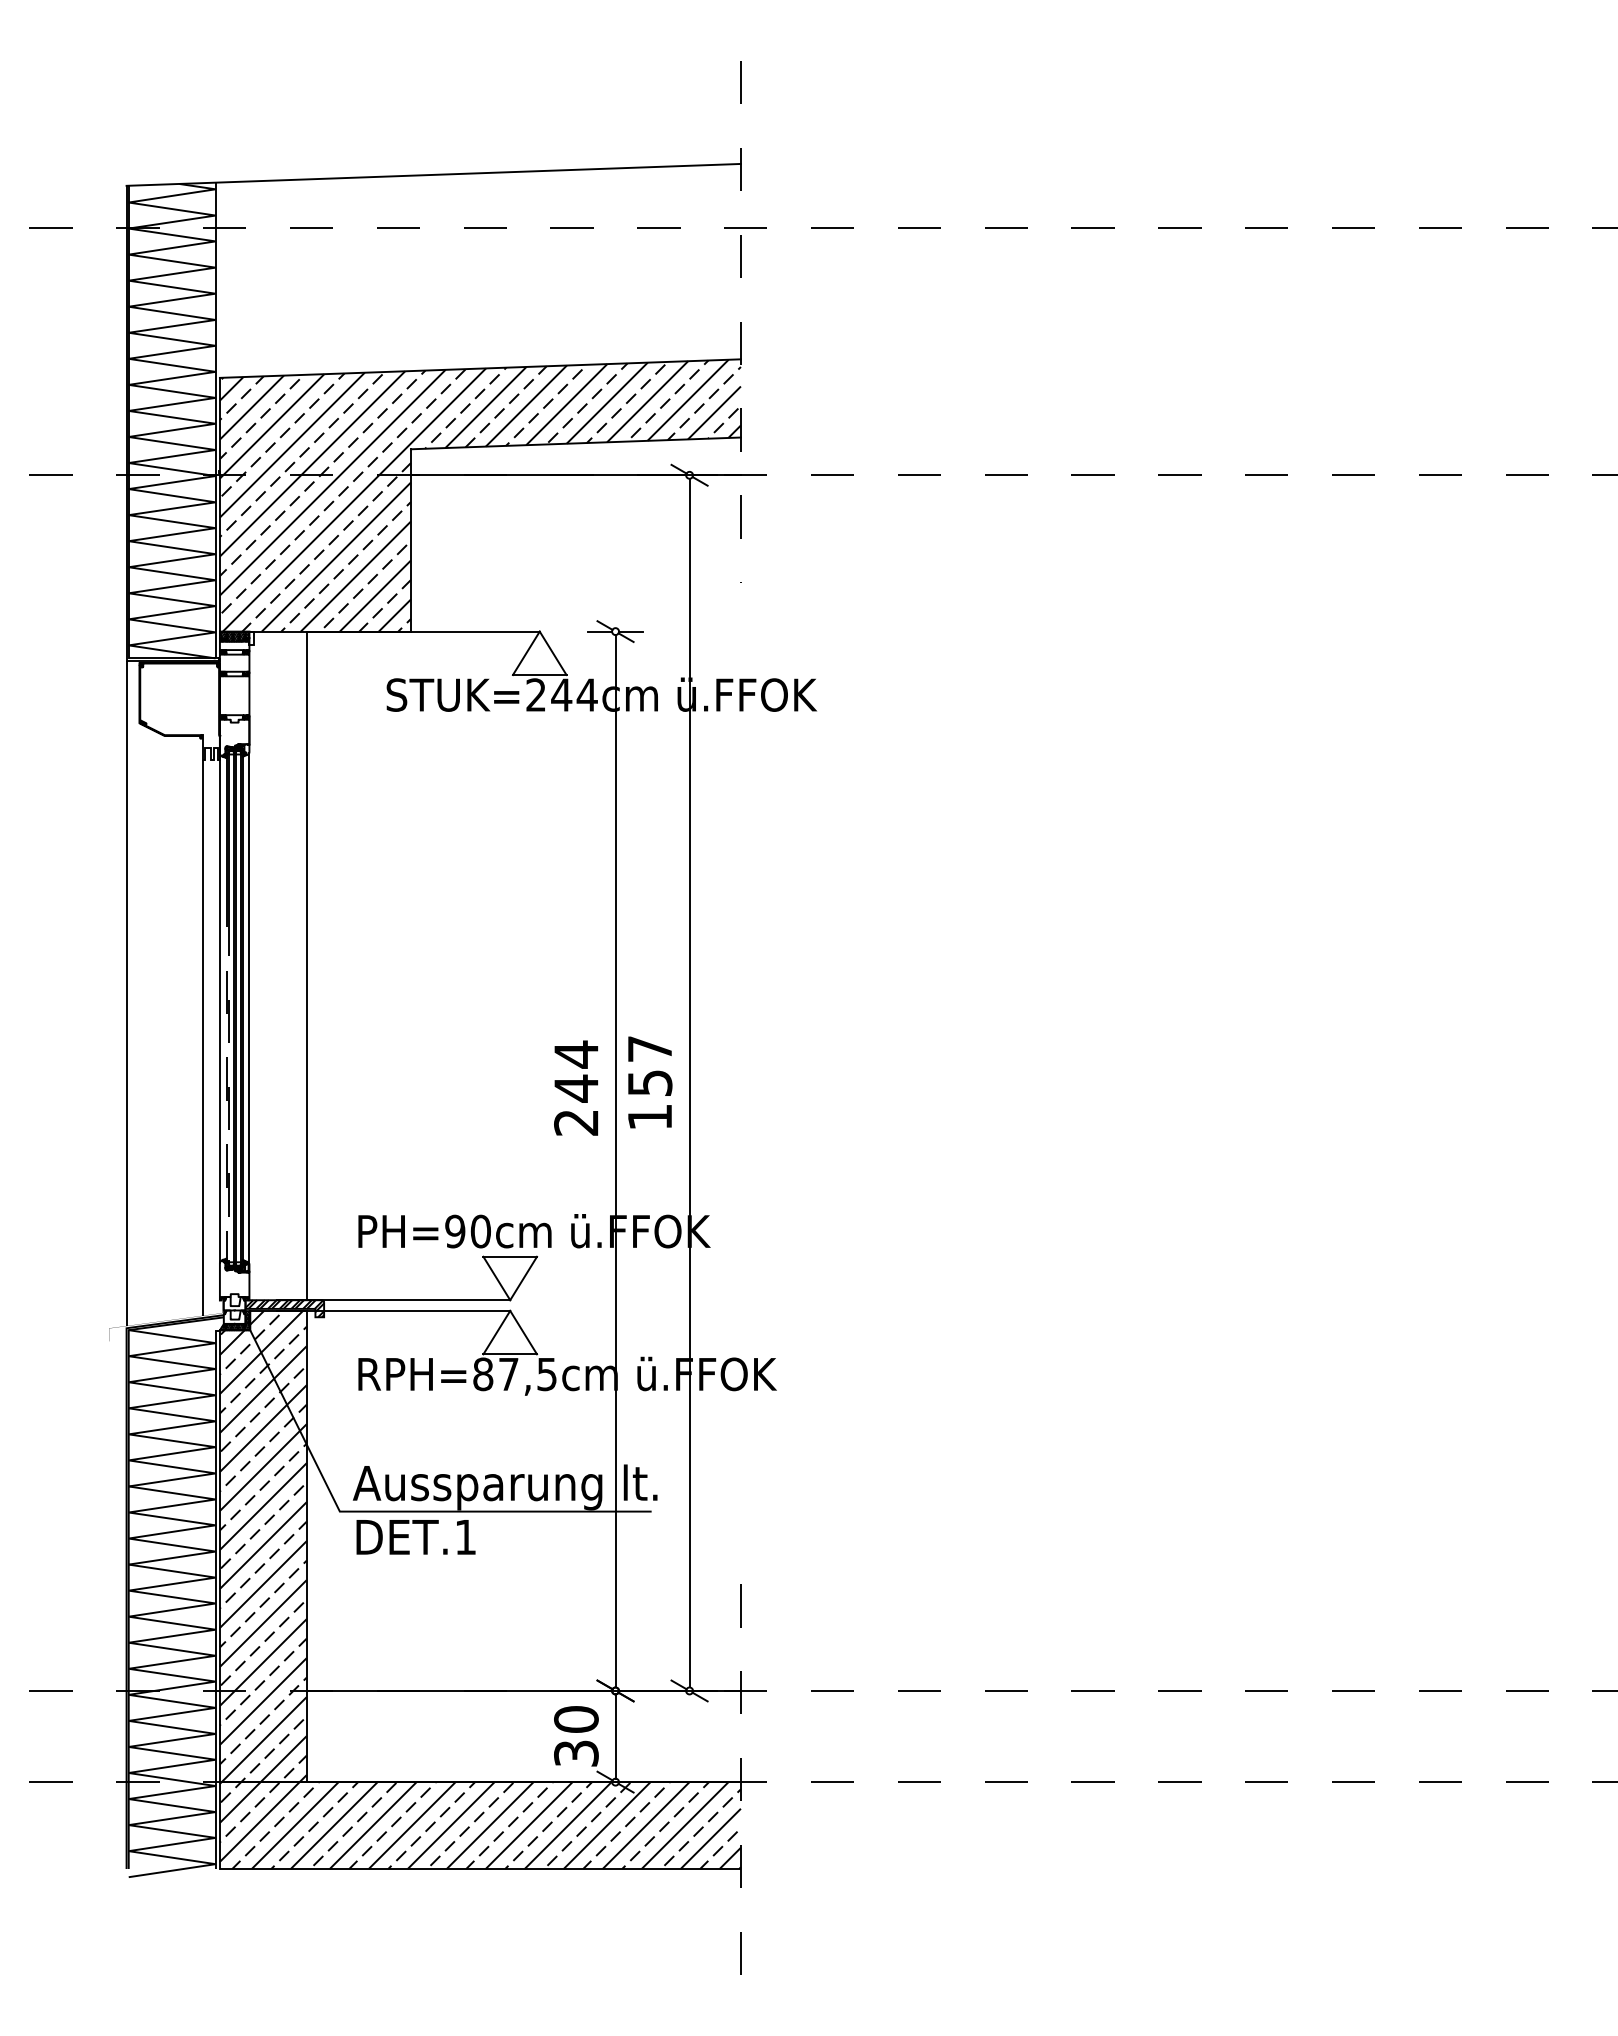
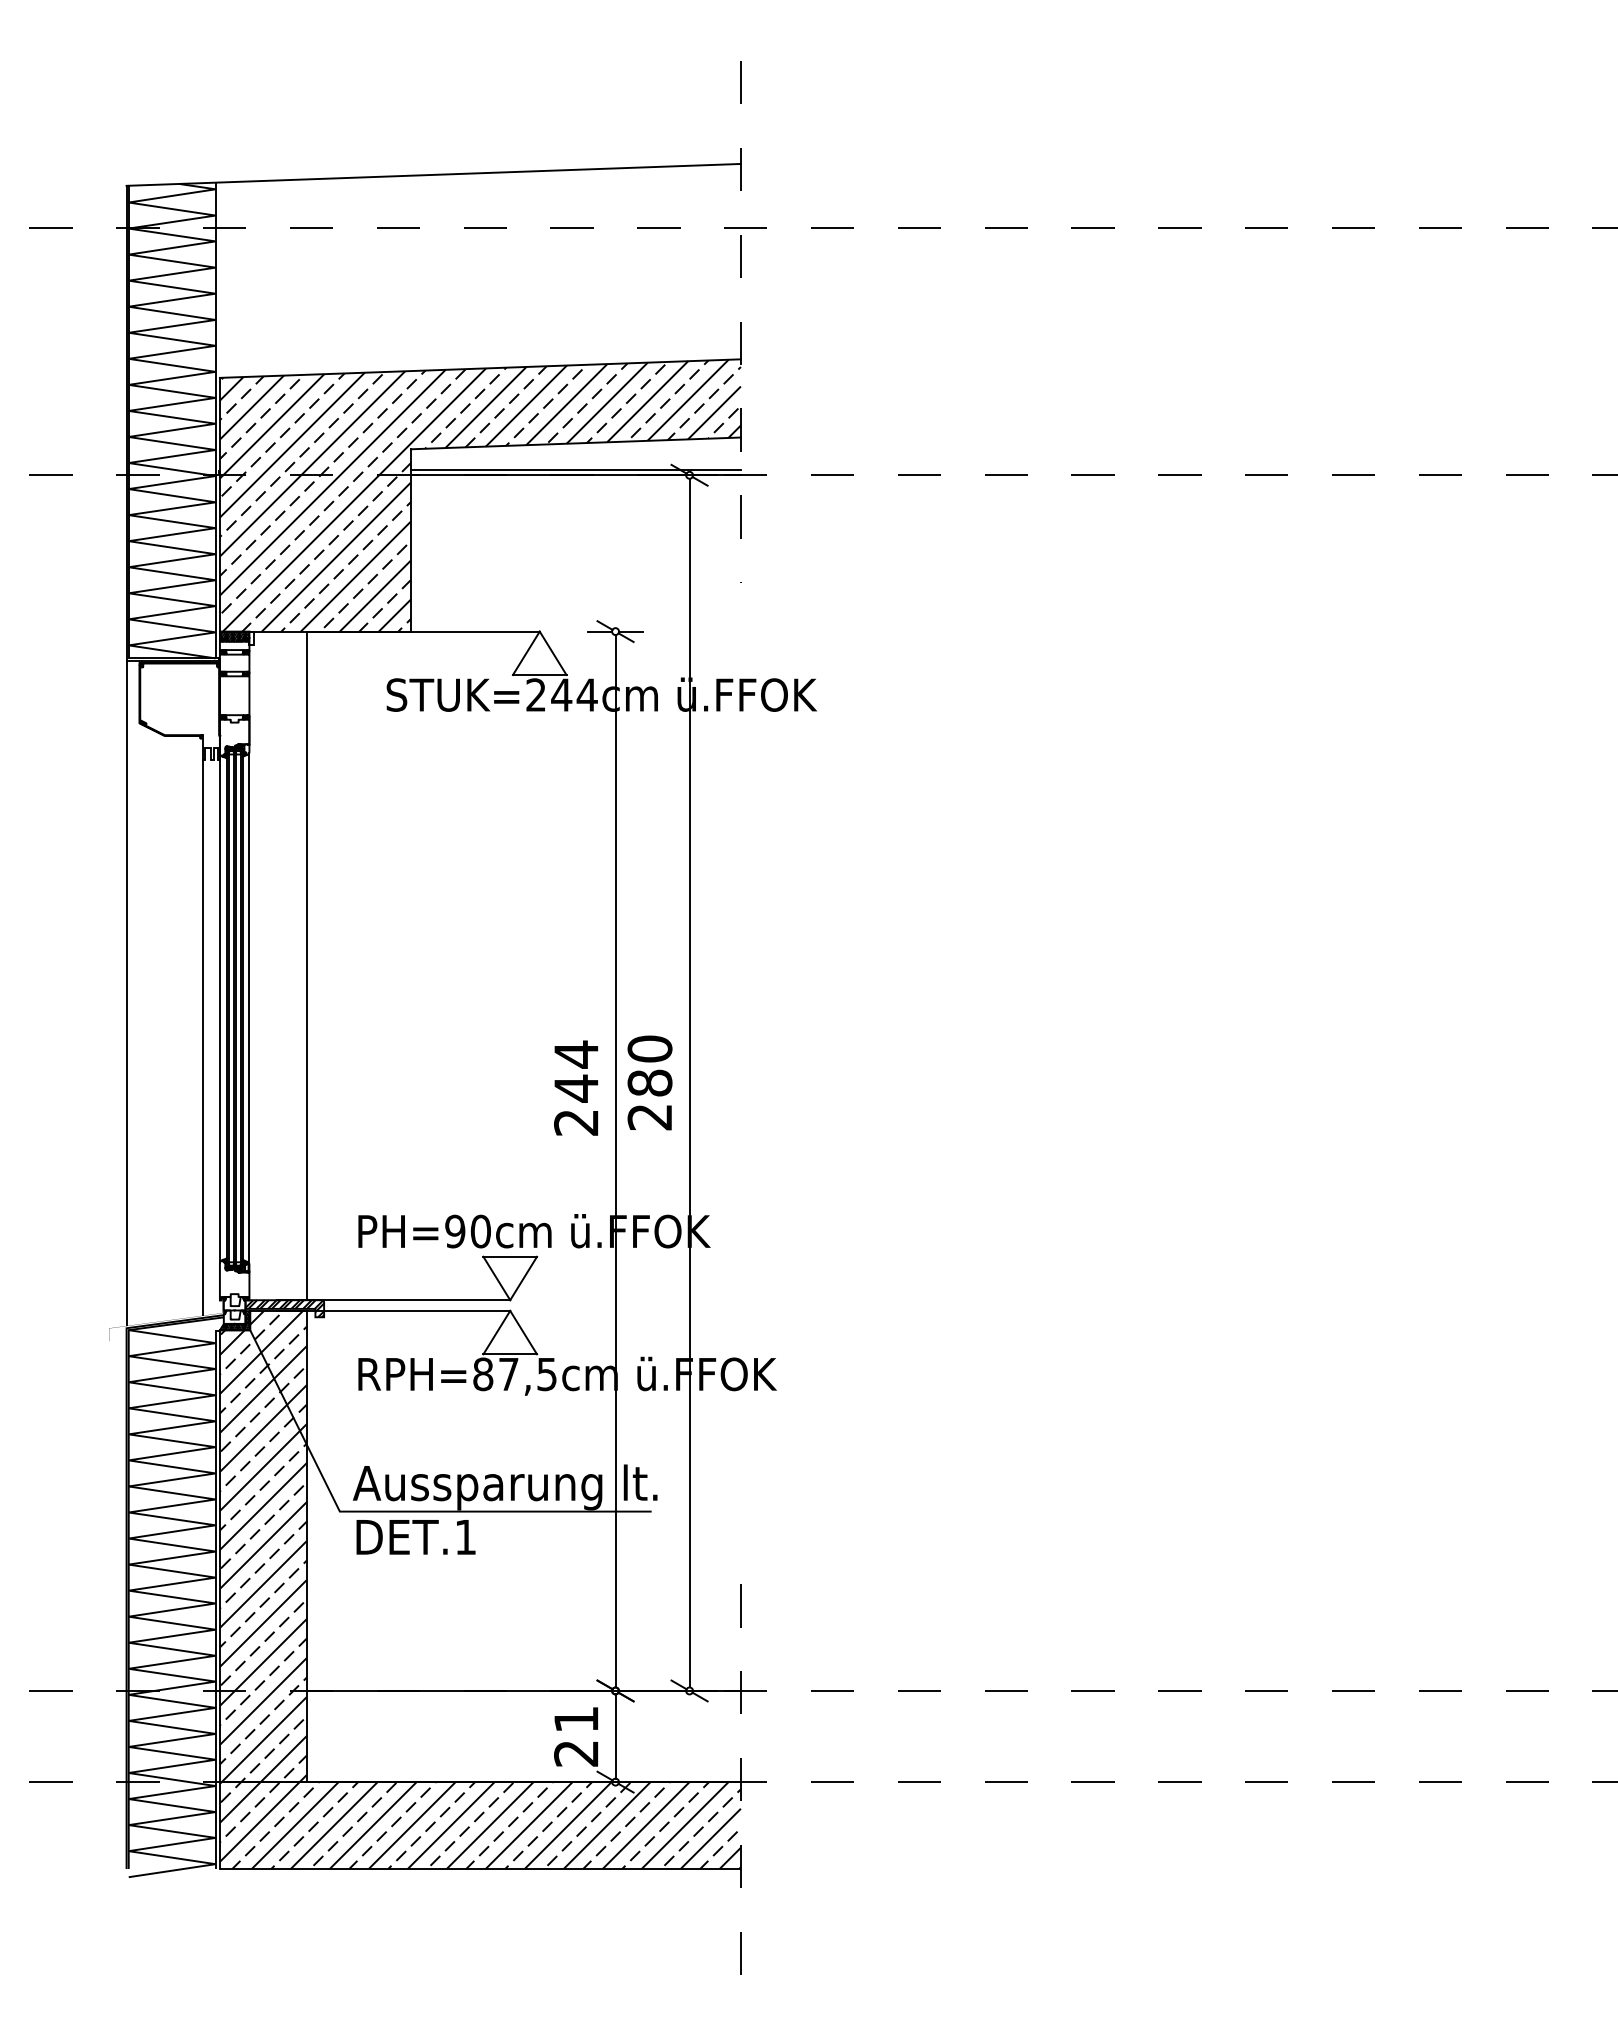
line at (575, 469): none -> present
text at (649, 1082): 157 -> 280
line at (227, 1266): dashed -> solid
text at (576, 1736): 30 -> 21
